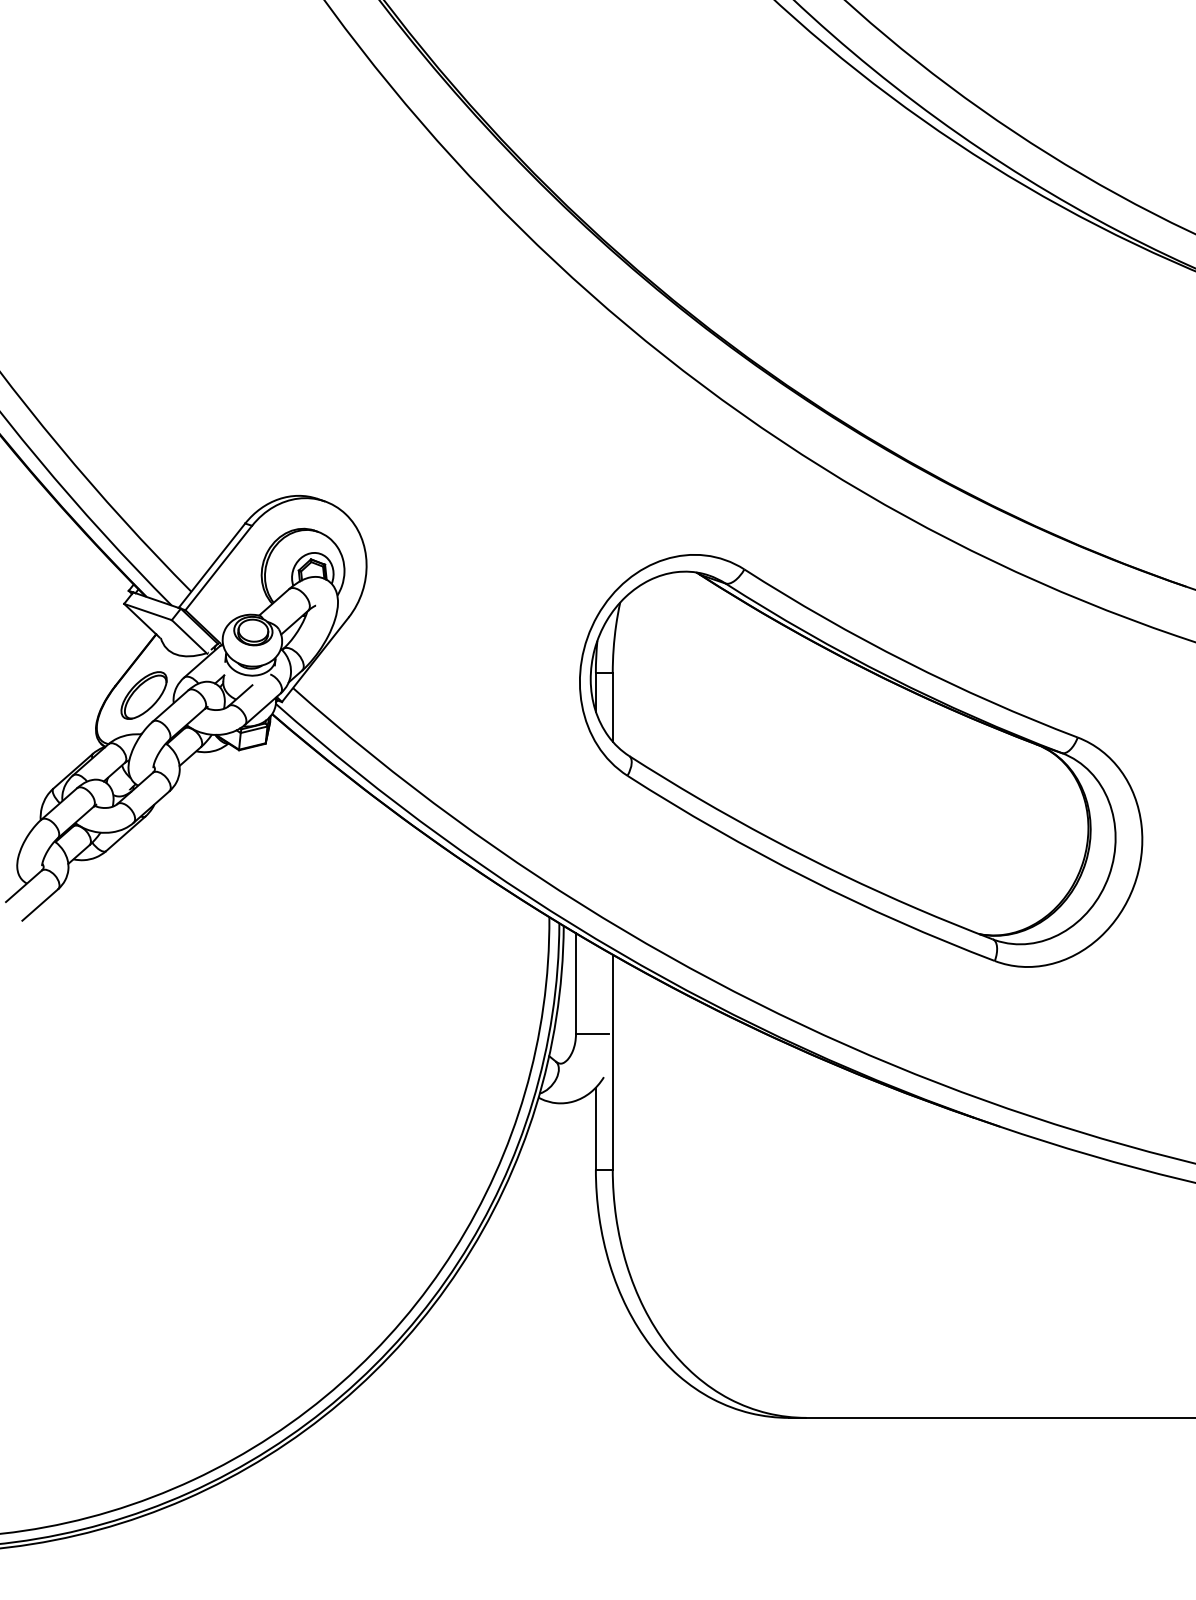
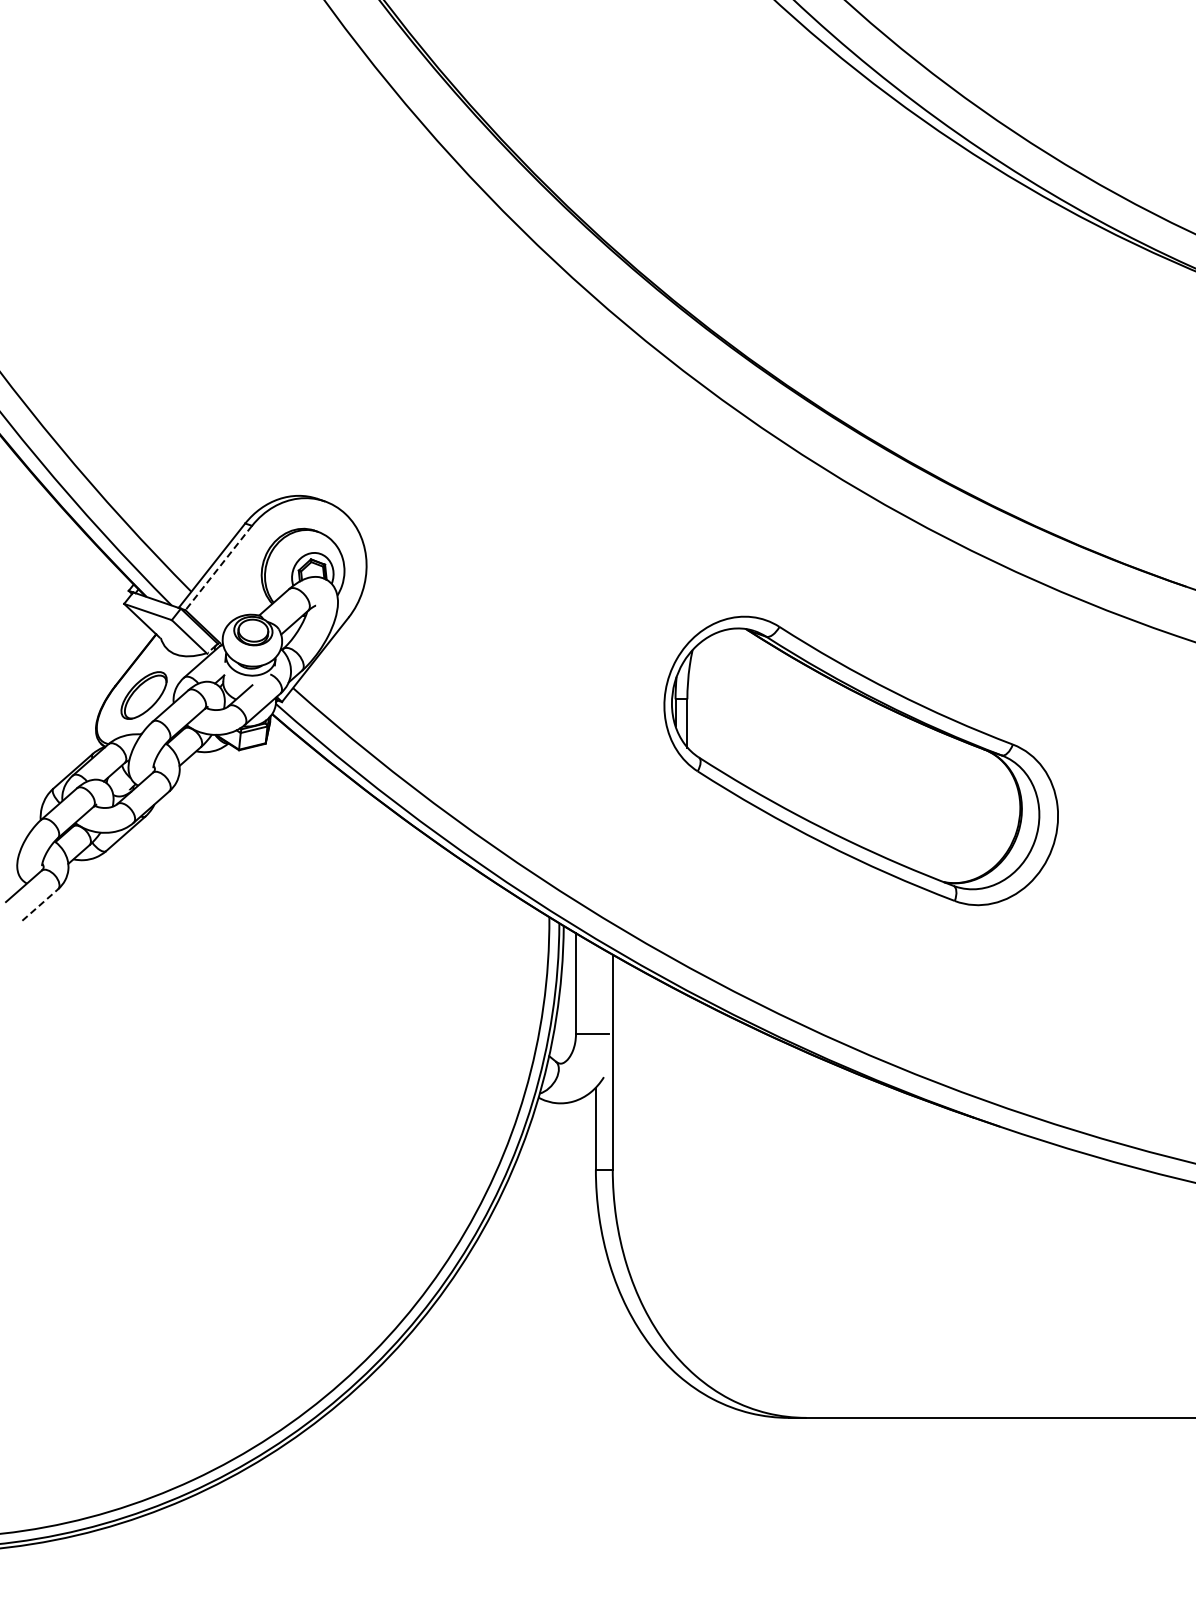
line at (218, 568): solid -> dashed
part at (861, 760) size: 565x414 px -> 396x292 px
line at (40, 905): solid -> dashed
